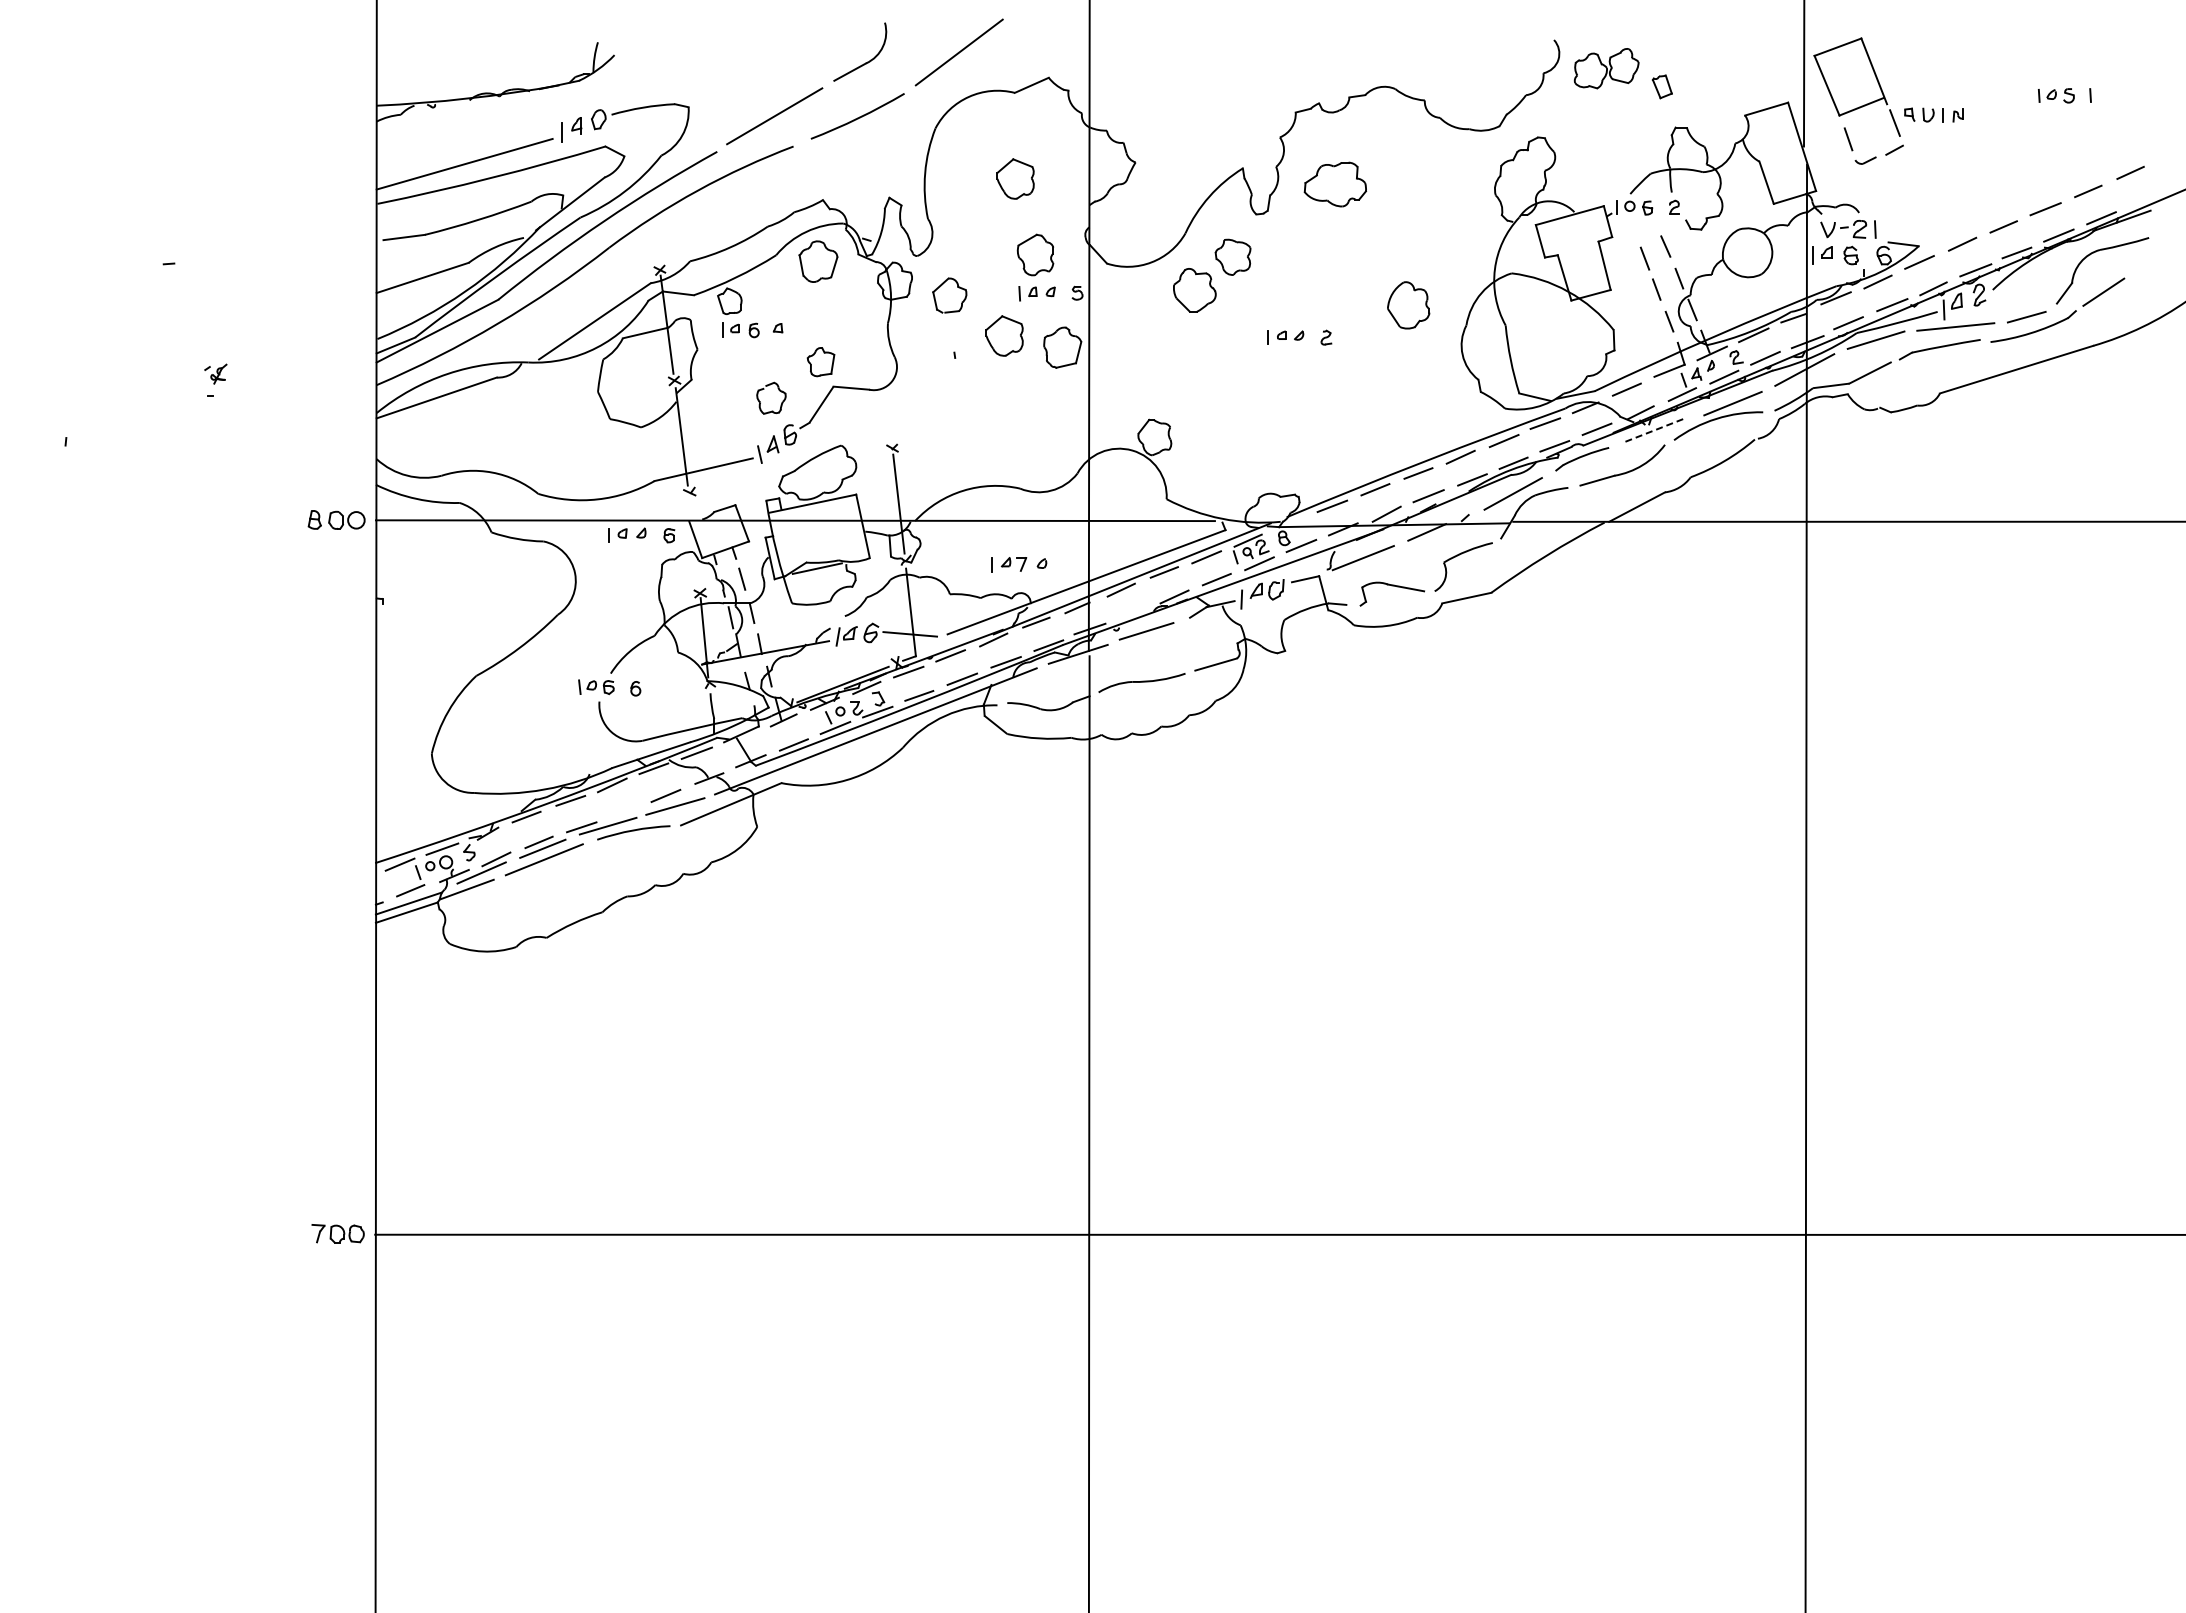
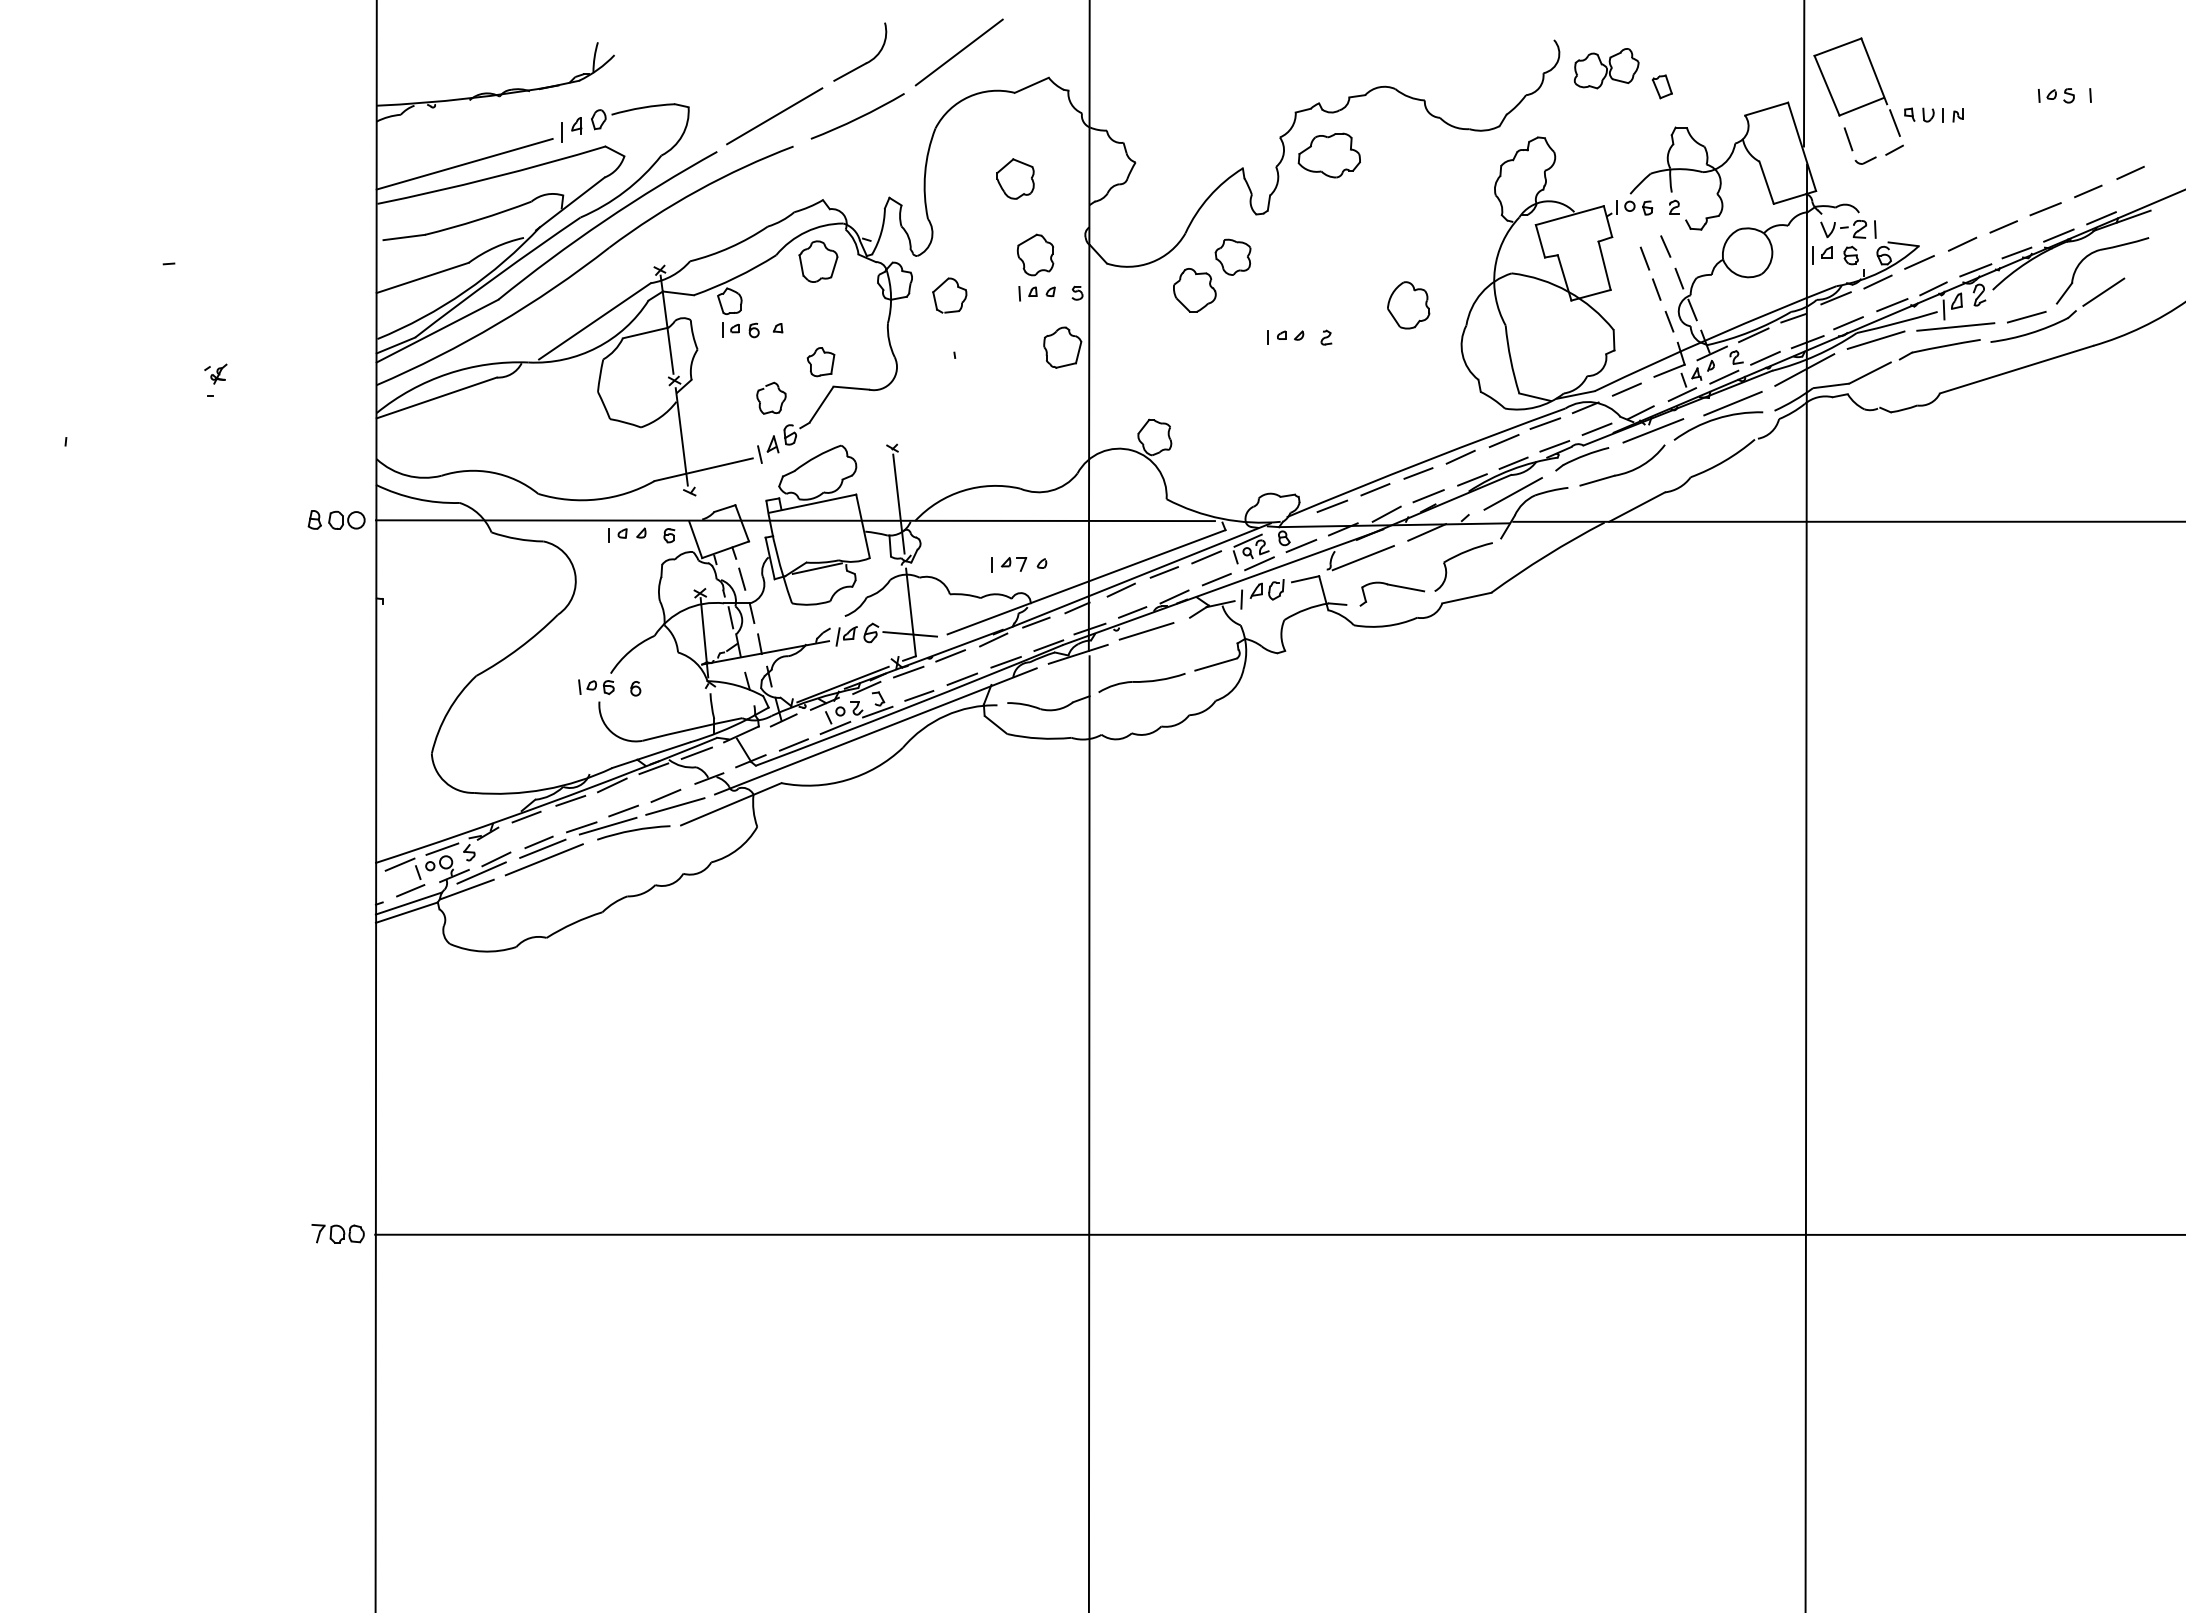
part at (1334, 184) position: (1334, 184) -> (1328, 155)
part at (1004, 335): present -> none
line at (1652, 431): dashed -> solid
line at (1132, 612): none -> present
line at (623, 810): none -> present
